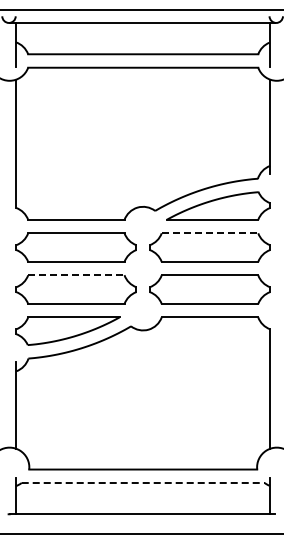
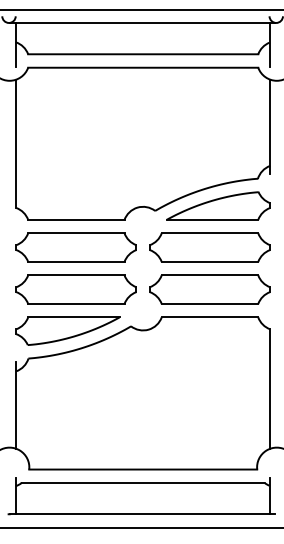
line at (210, 233): dashed -> solid
line at (76, 275): dashed -> solid
line at (143, 483): dashed -> solid
line at (141, 533) position: (141, 533) -> (141, 527)
